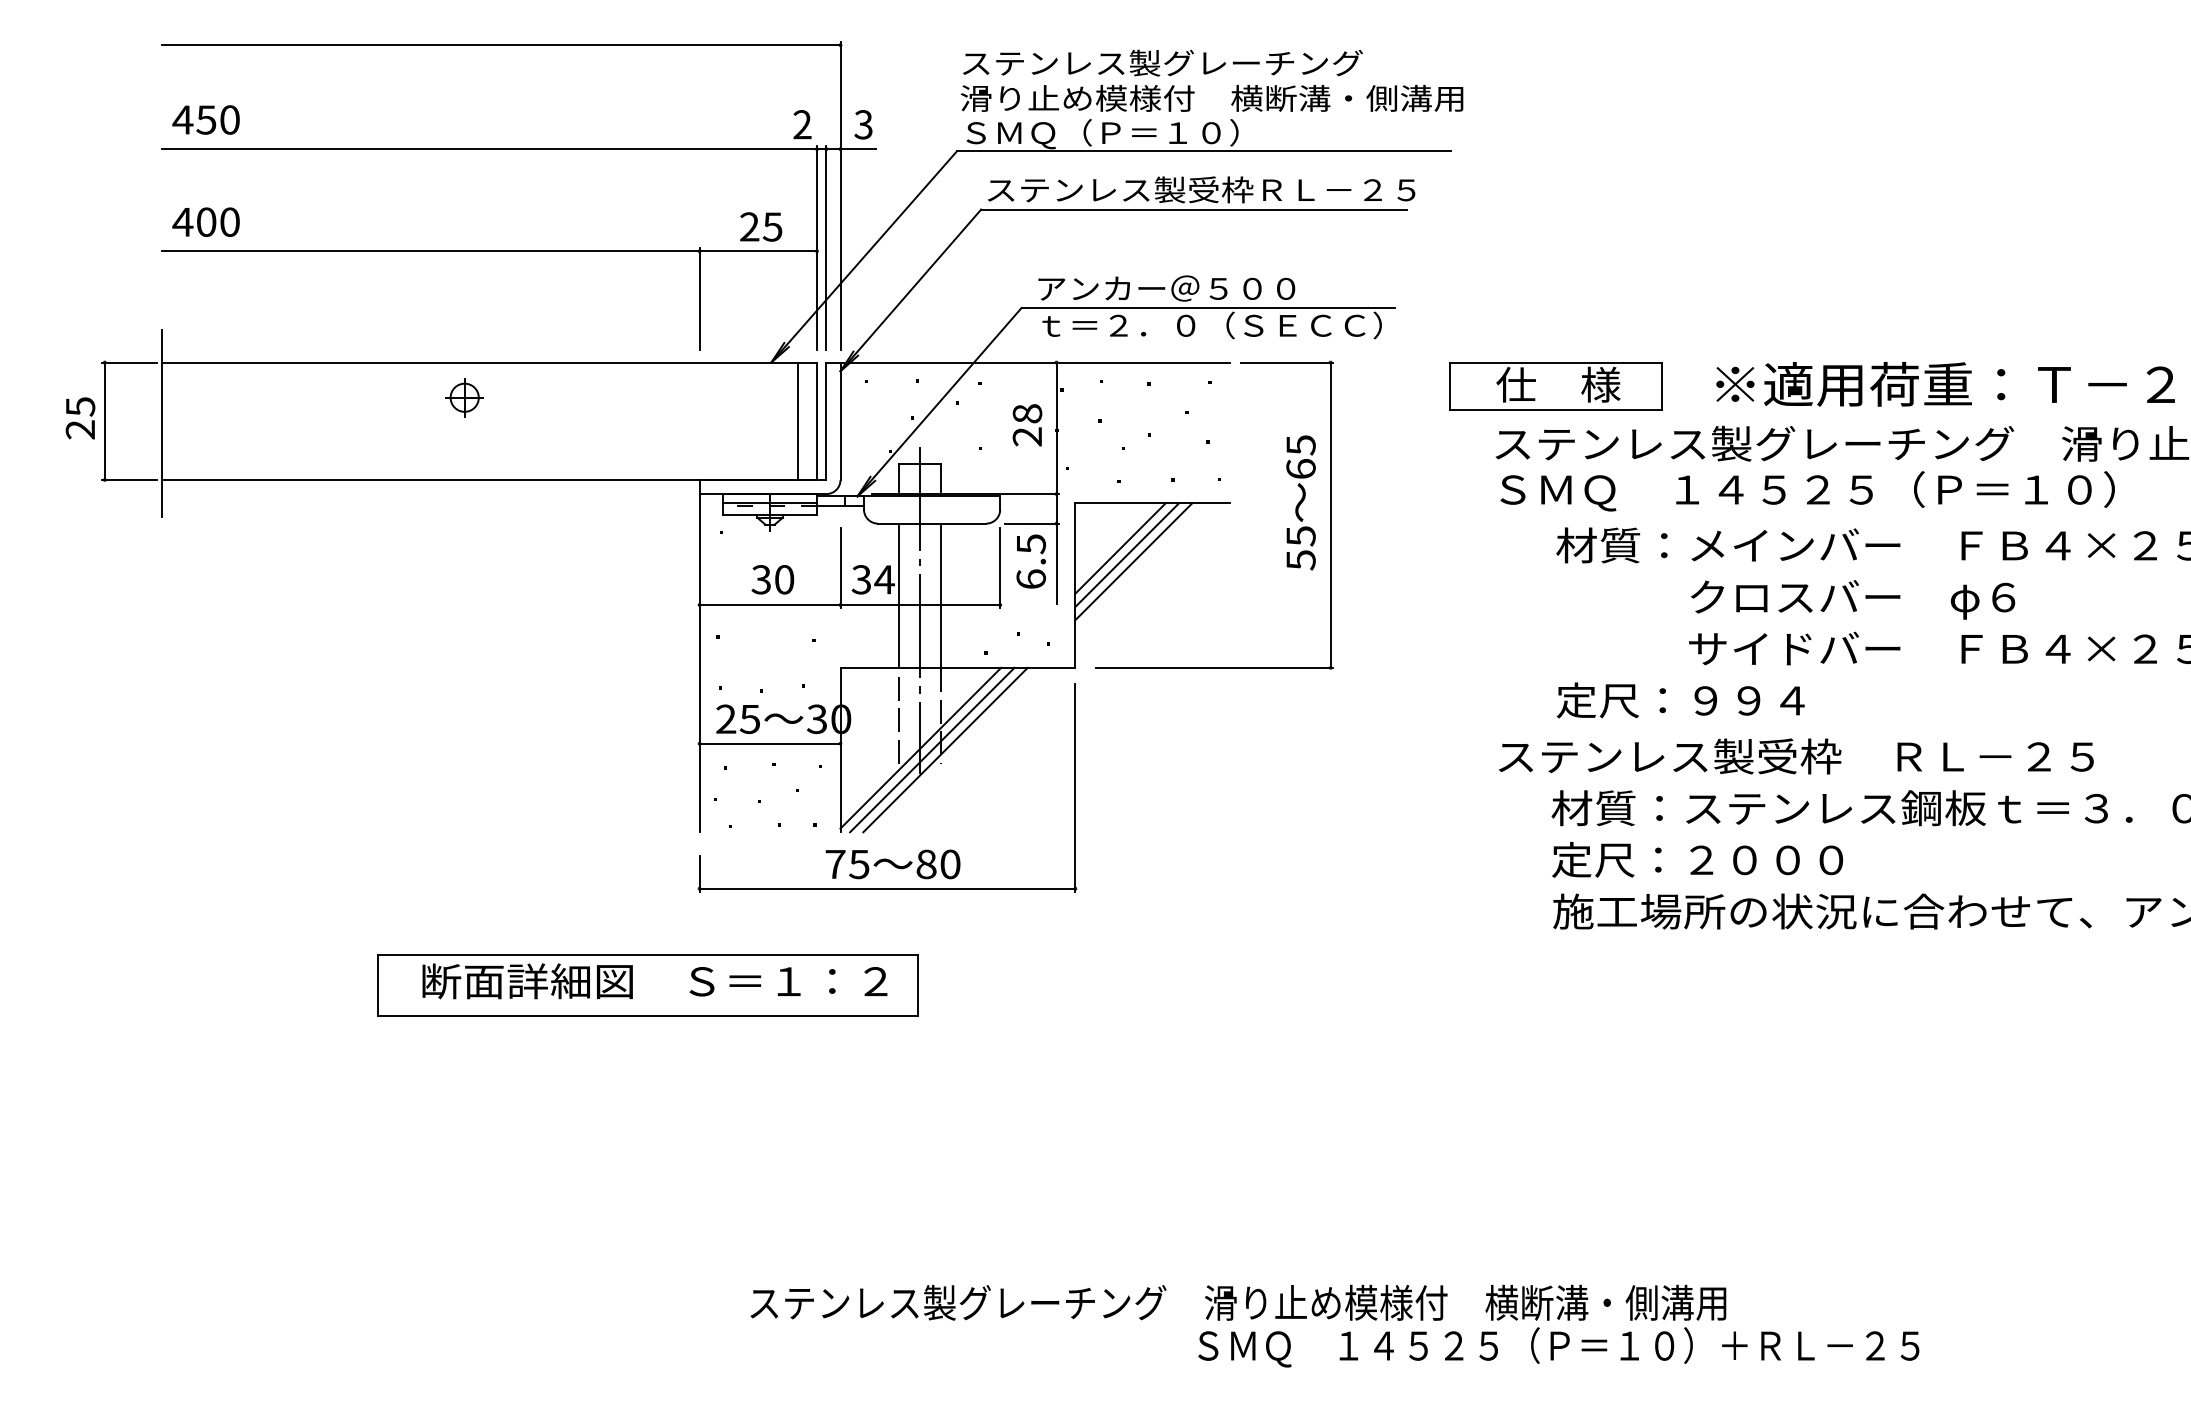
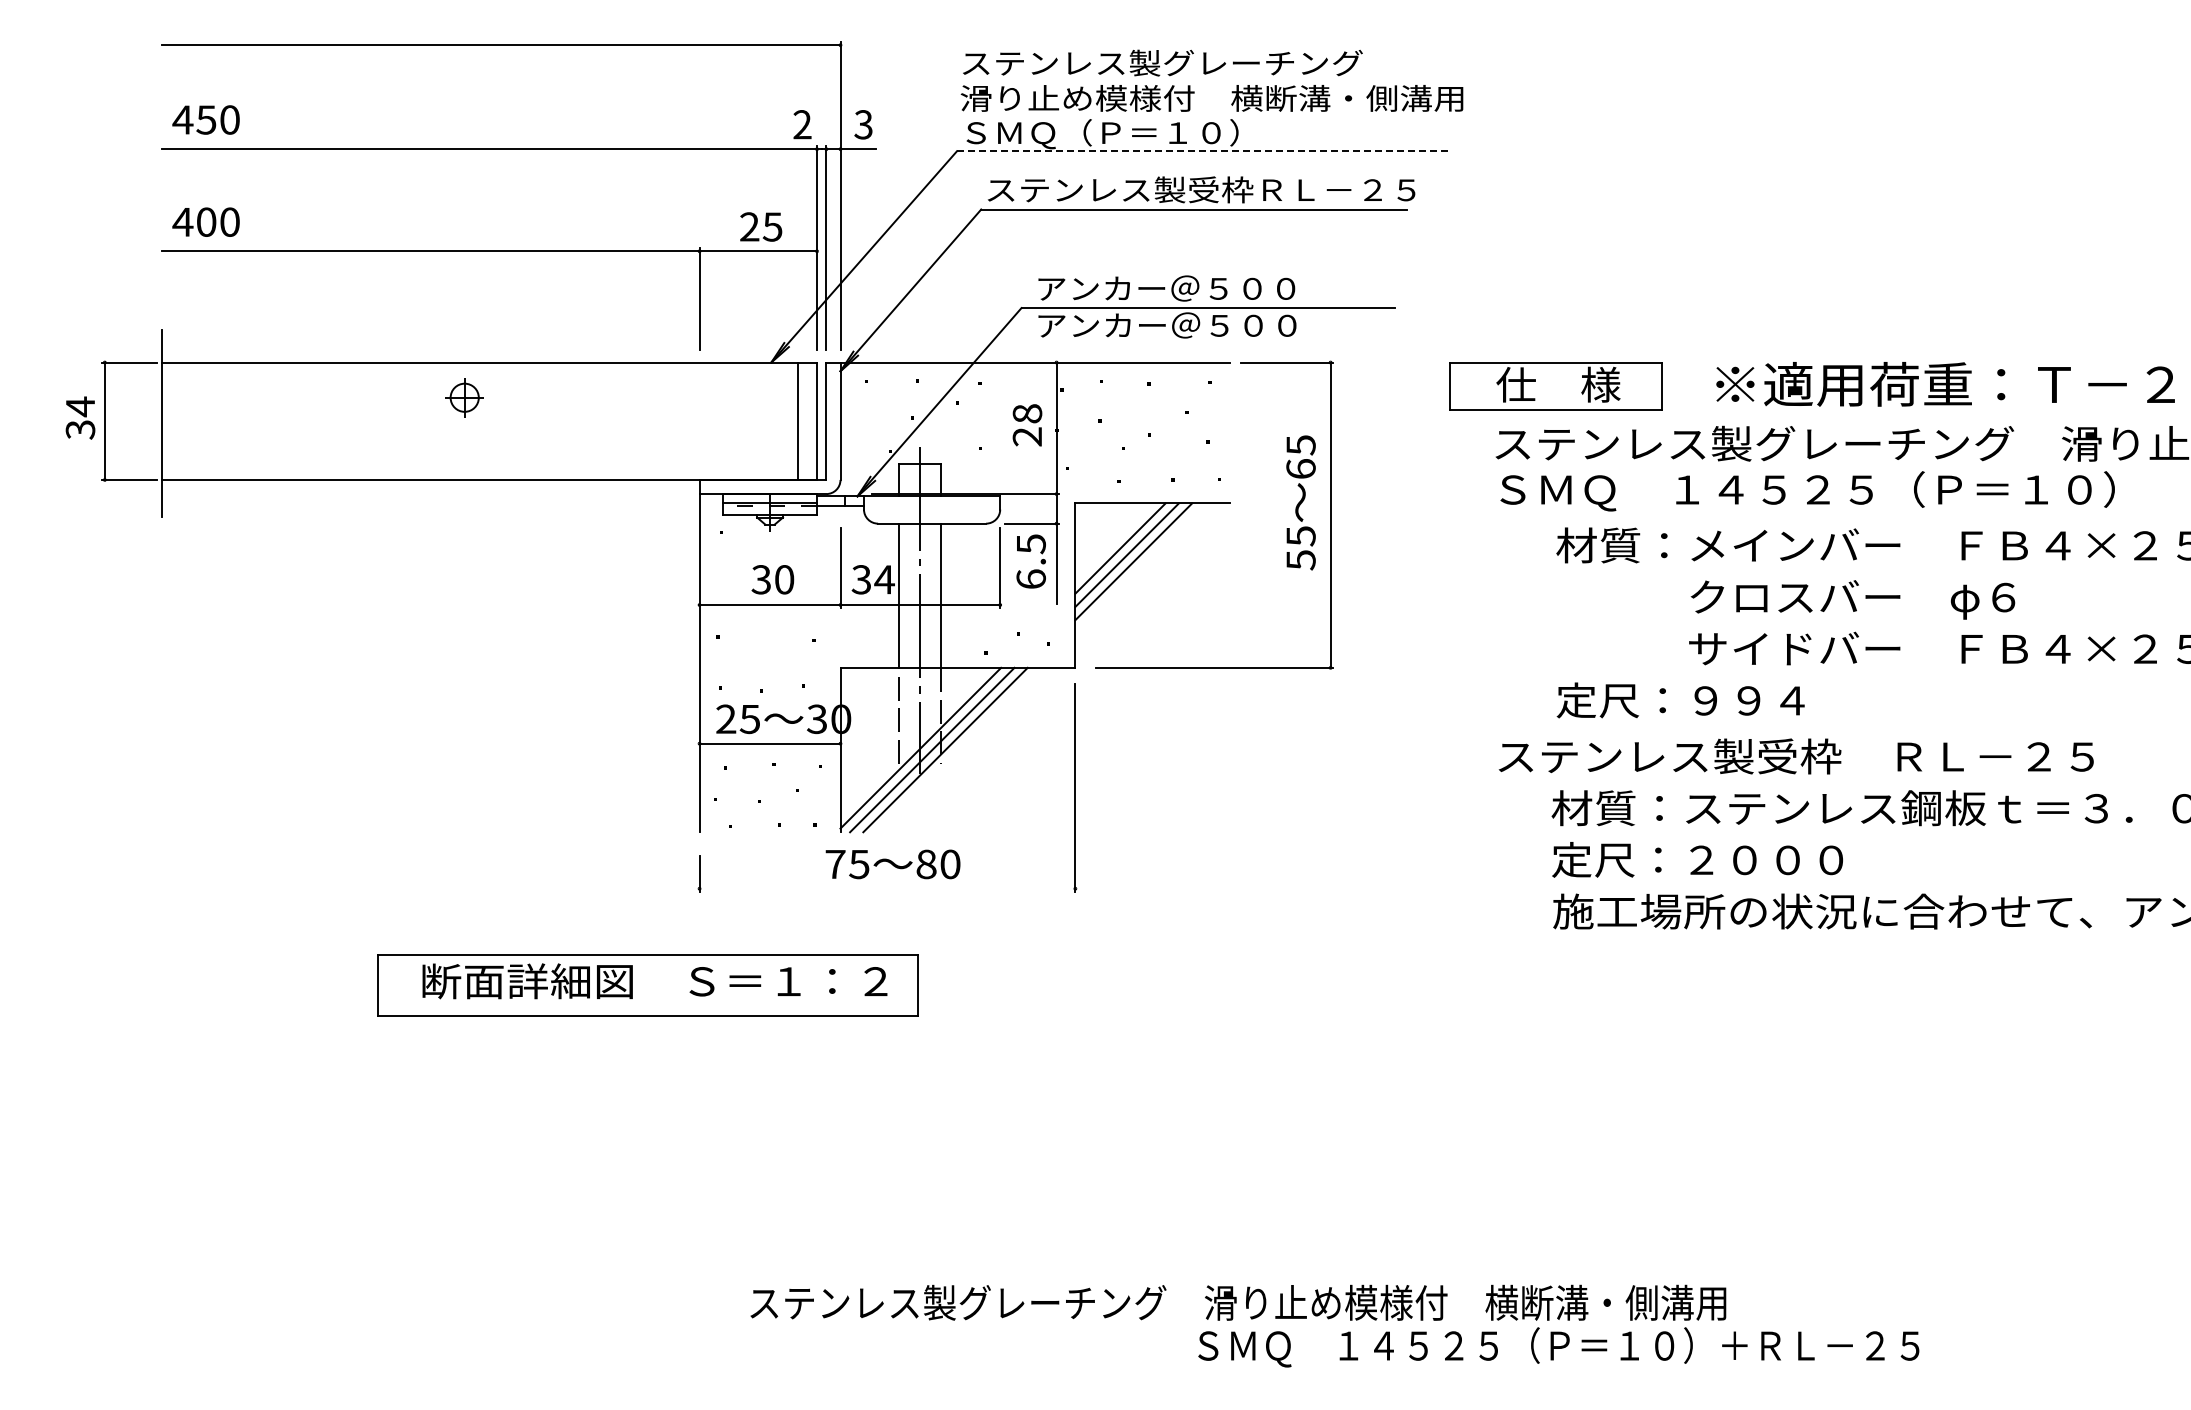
line at (1203, 151): solid -> dashed
text at (1209, 325): ｔ＝２．０（ＳＥＣＣ） -> アンカー＠５００
text at (80, 417): 25 -> 34
line at (887, 888): present -> none
